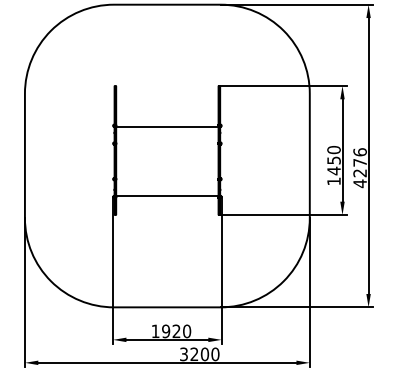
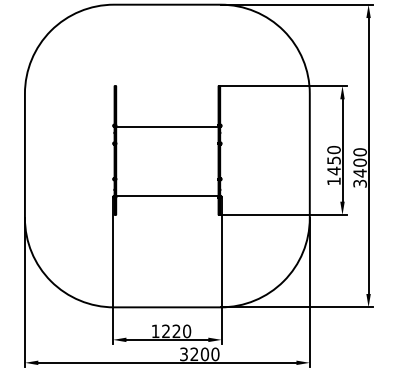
text at (359, 168): 4276 -> 3400
text at (166, 331): 1920 -> 1220
